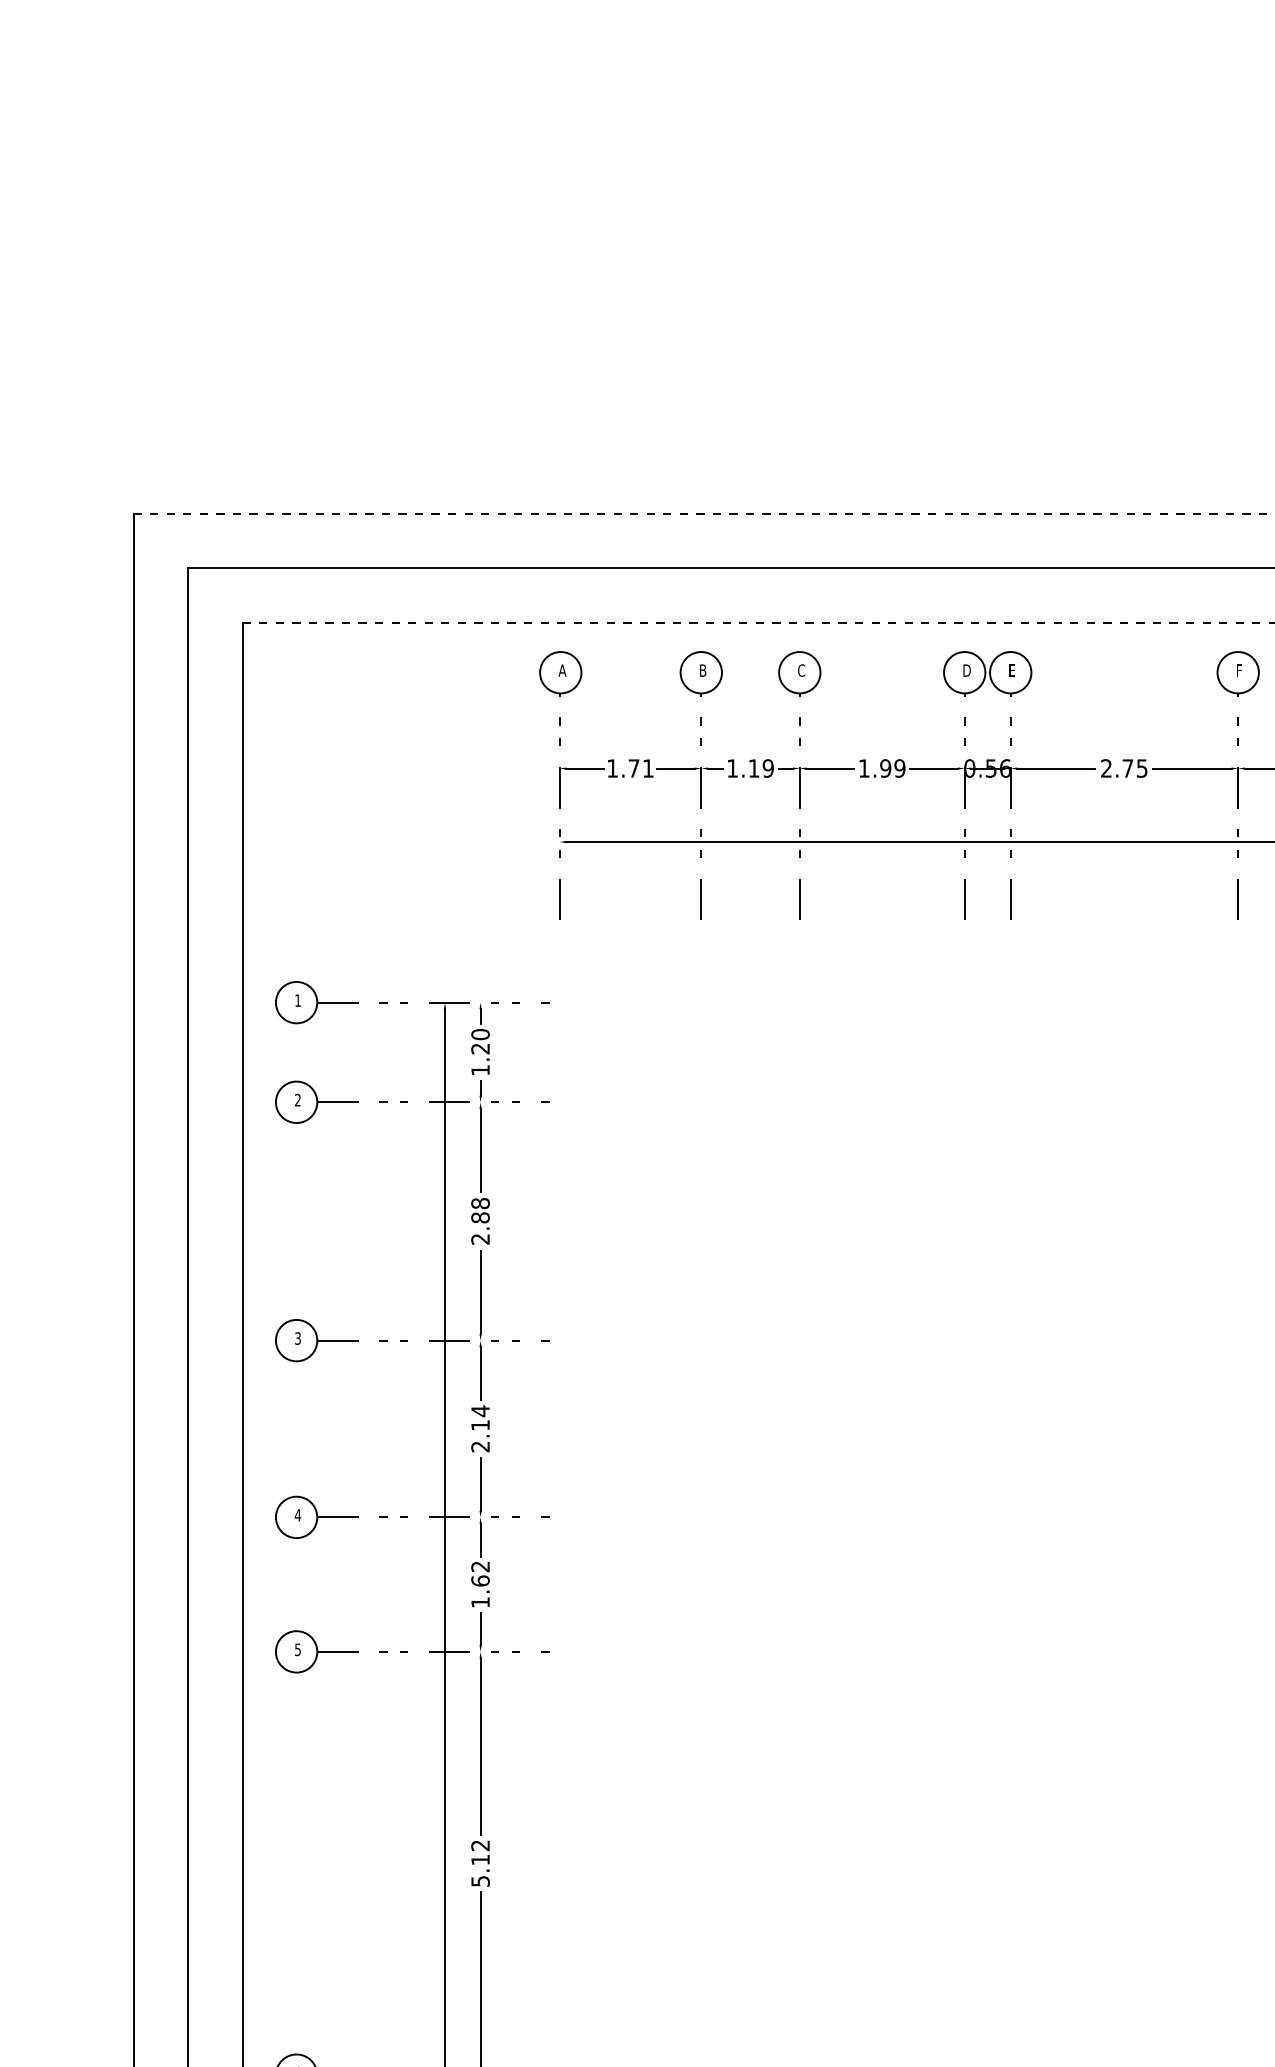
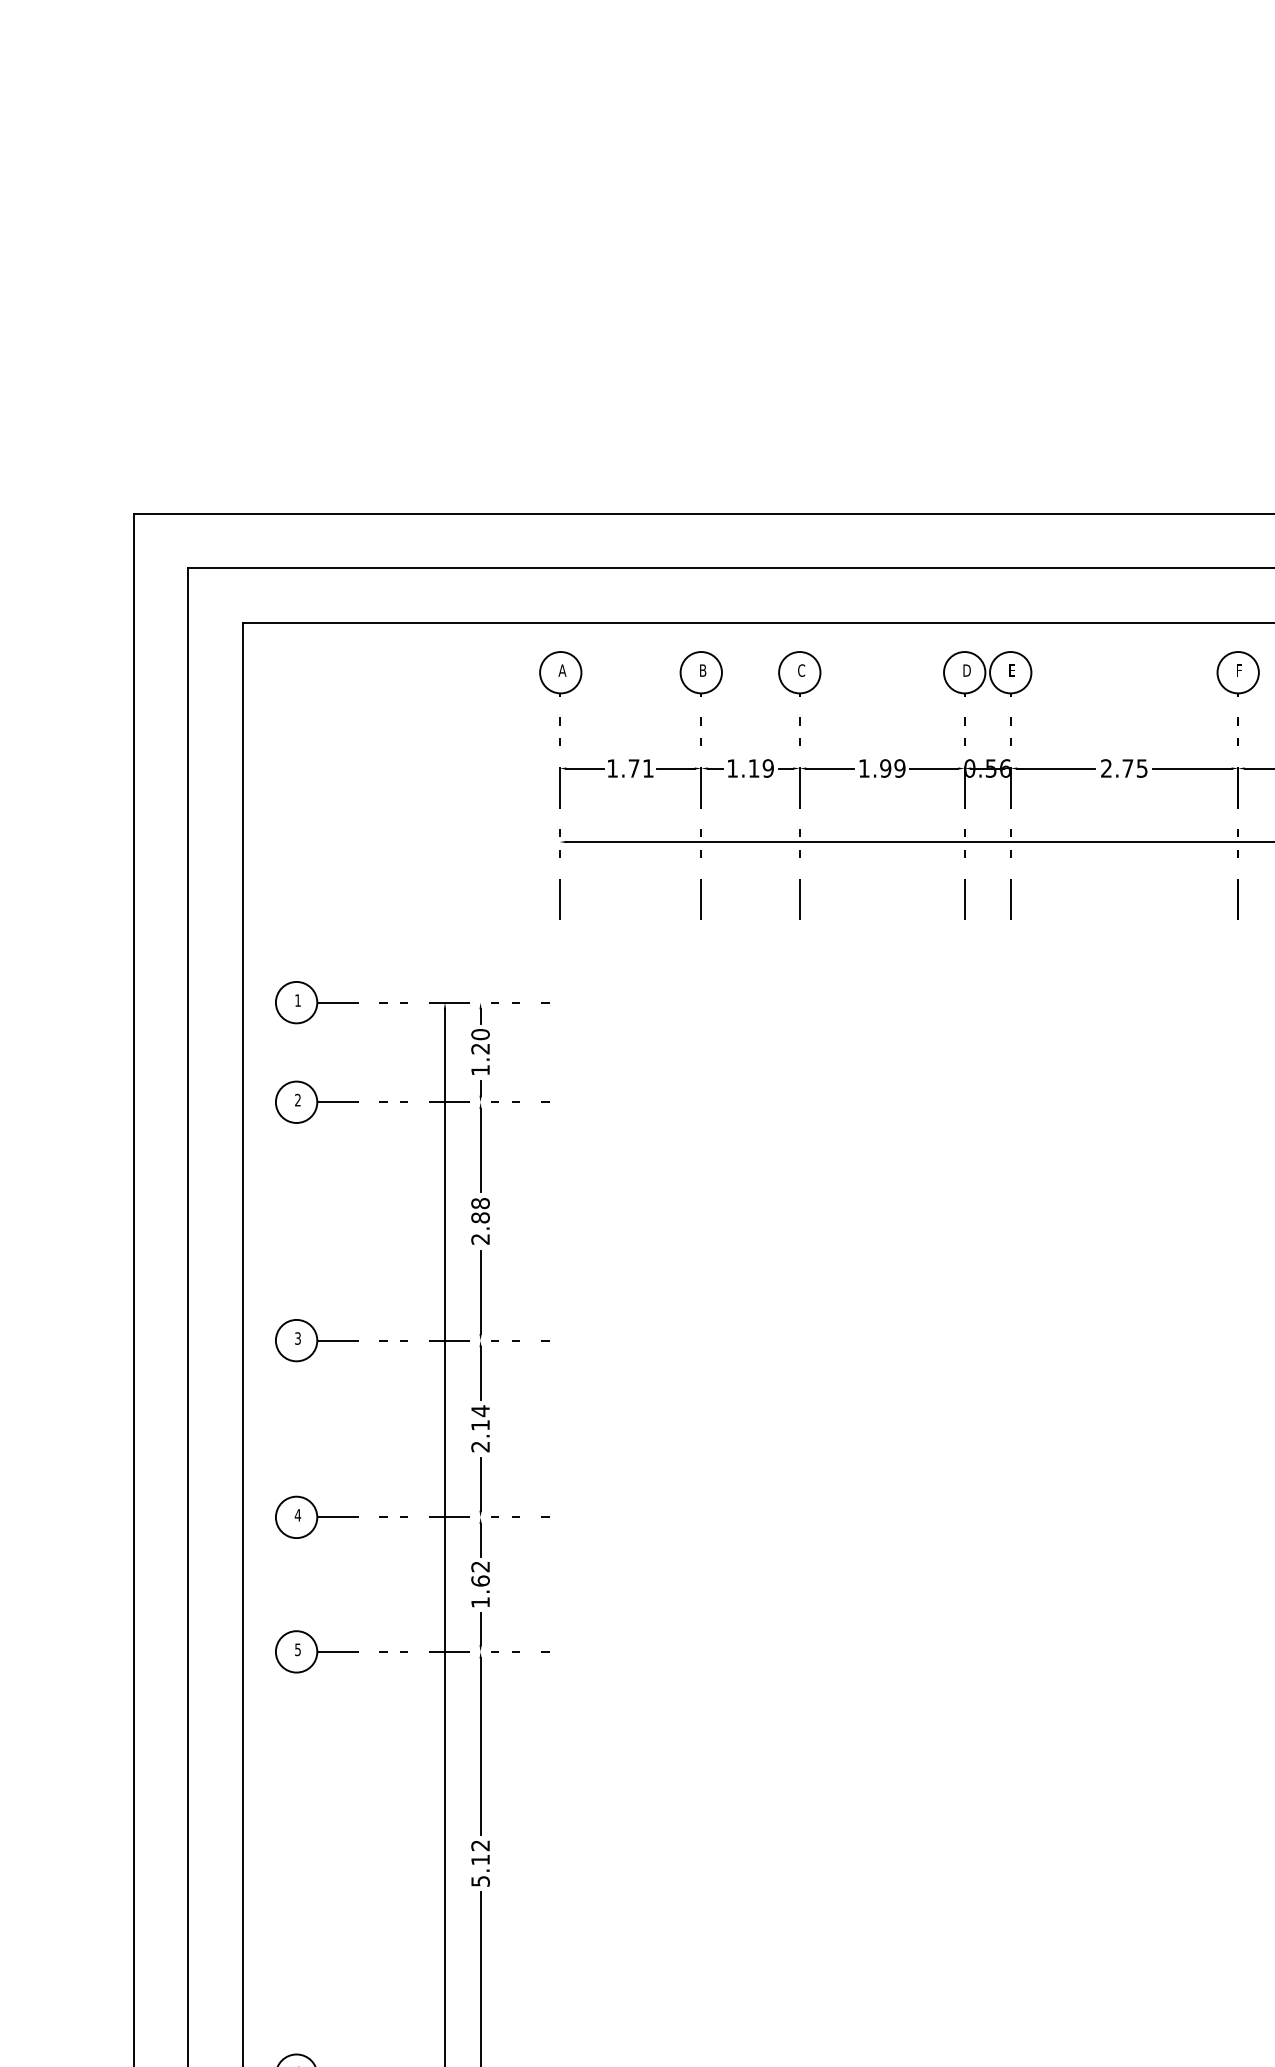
line at (704, 513): dashed -> solid
line at (758, 622): dashed -> solid
